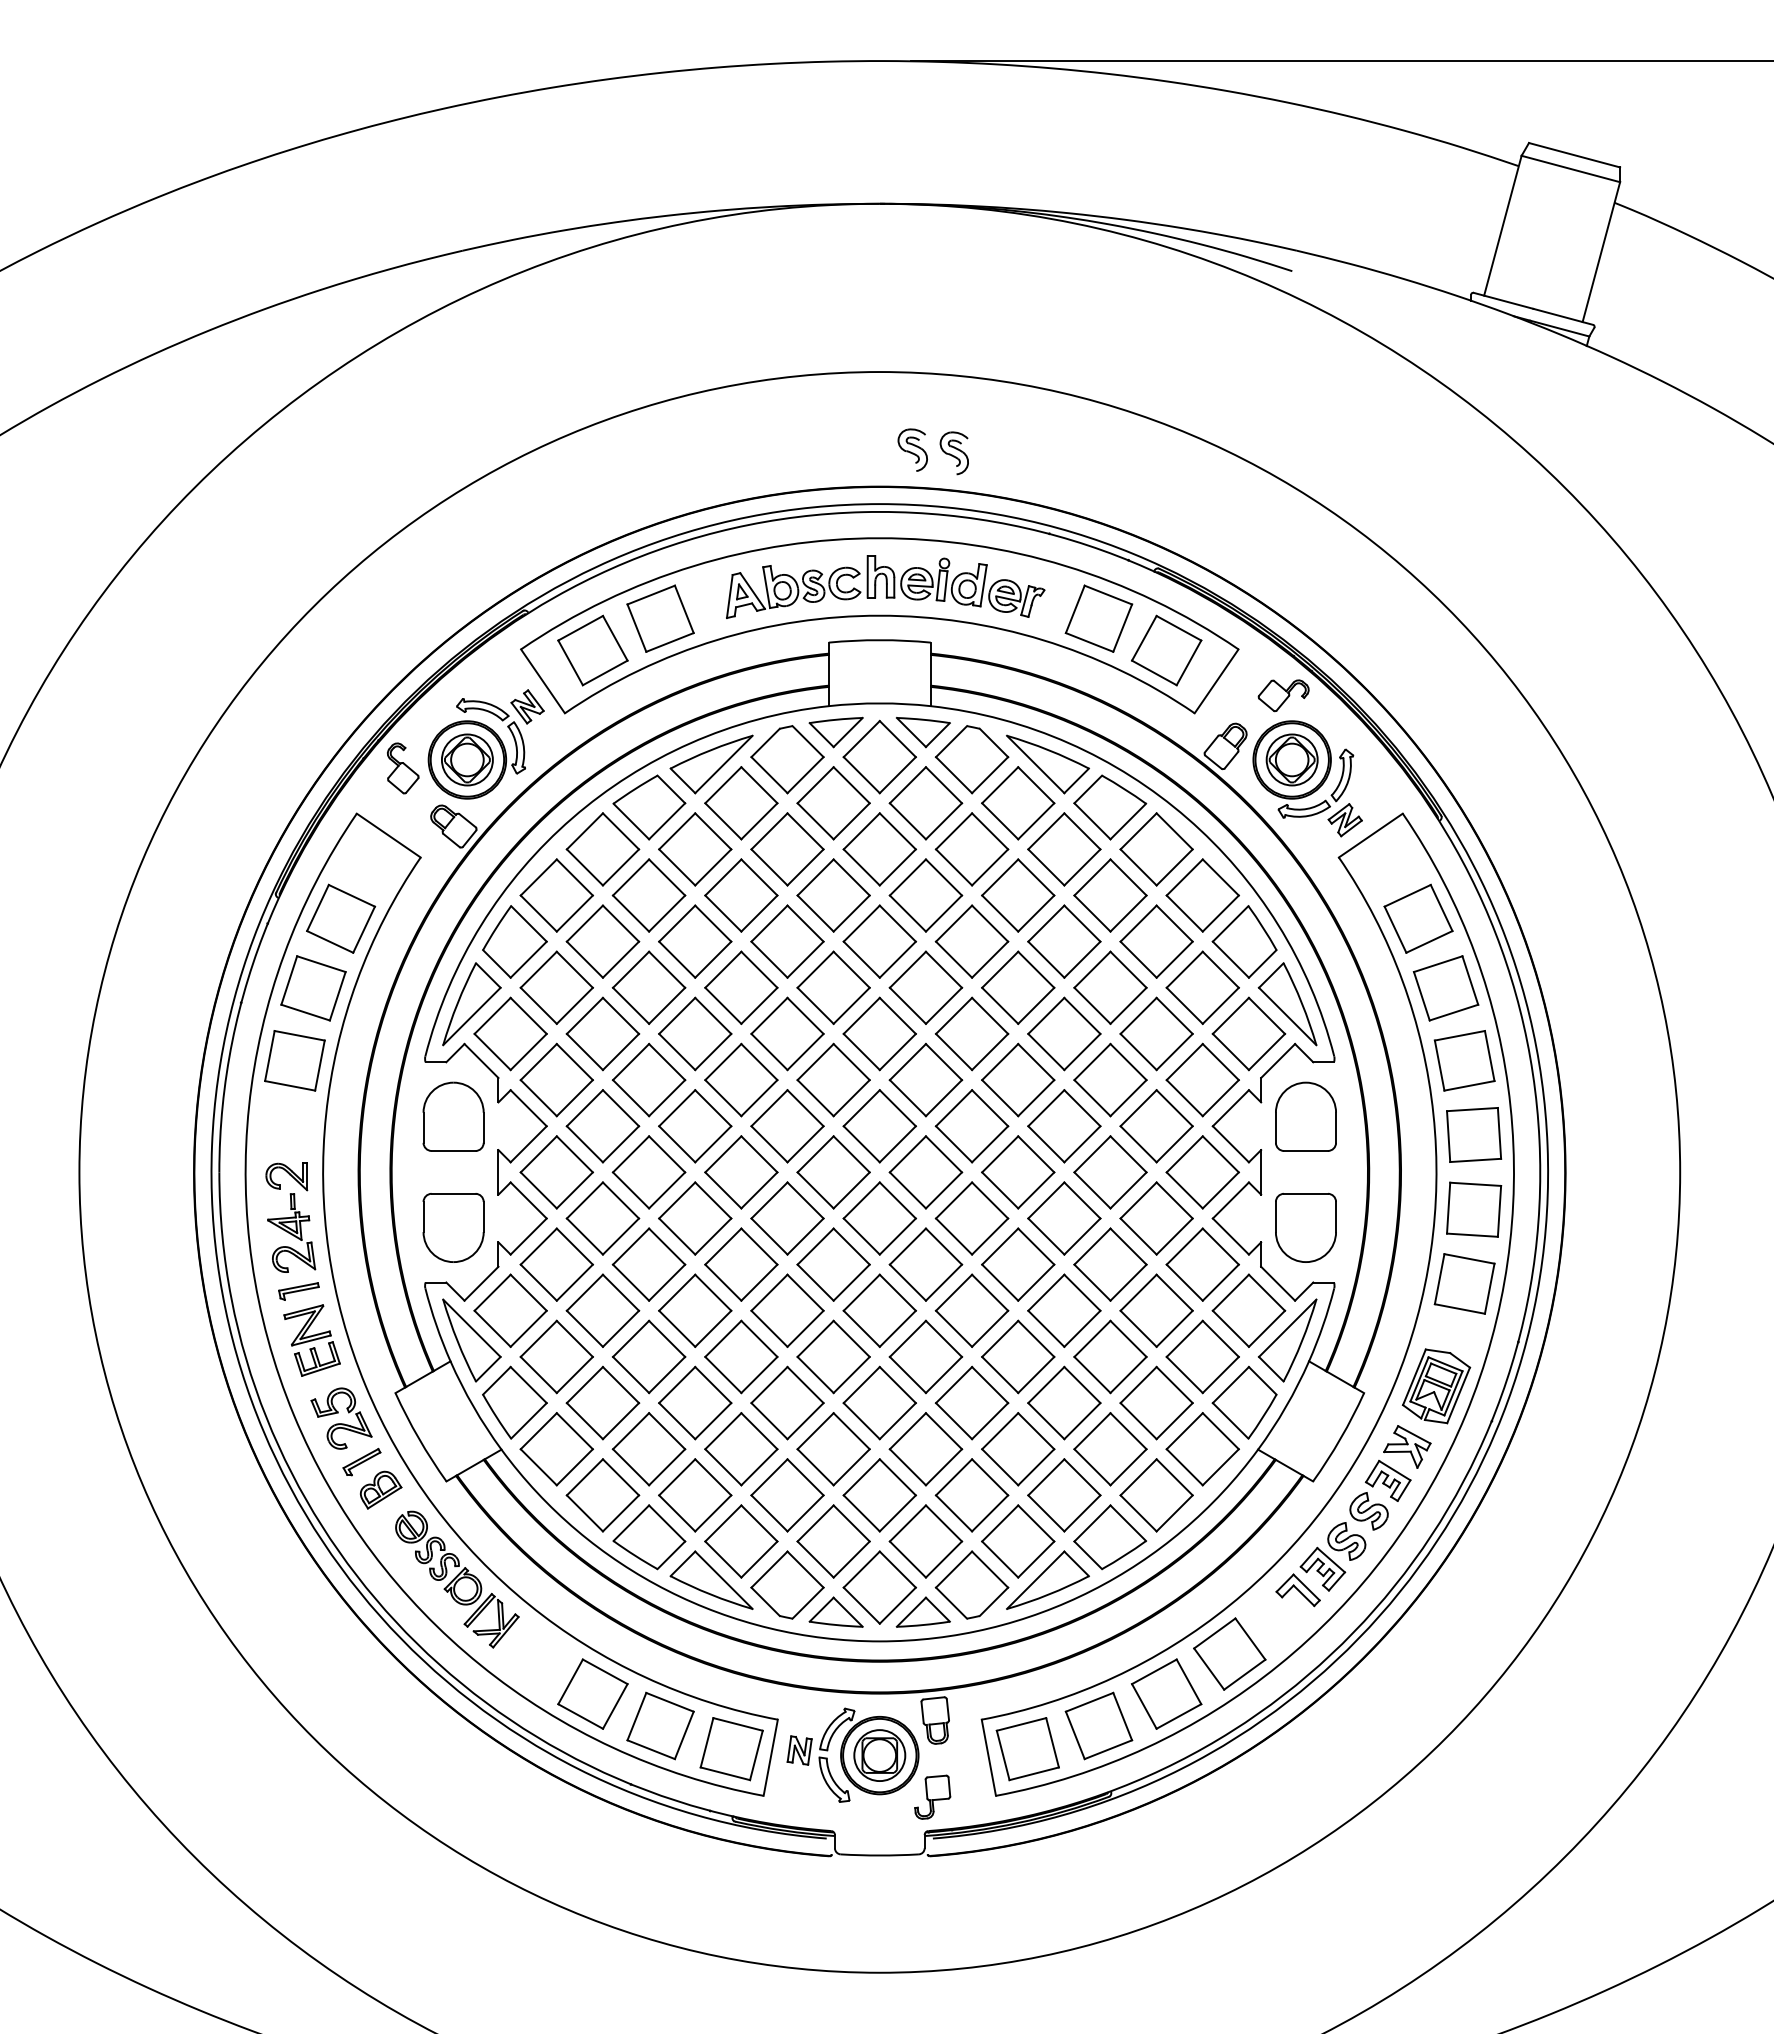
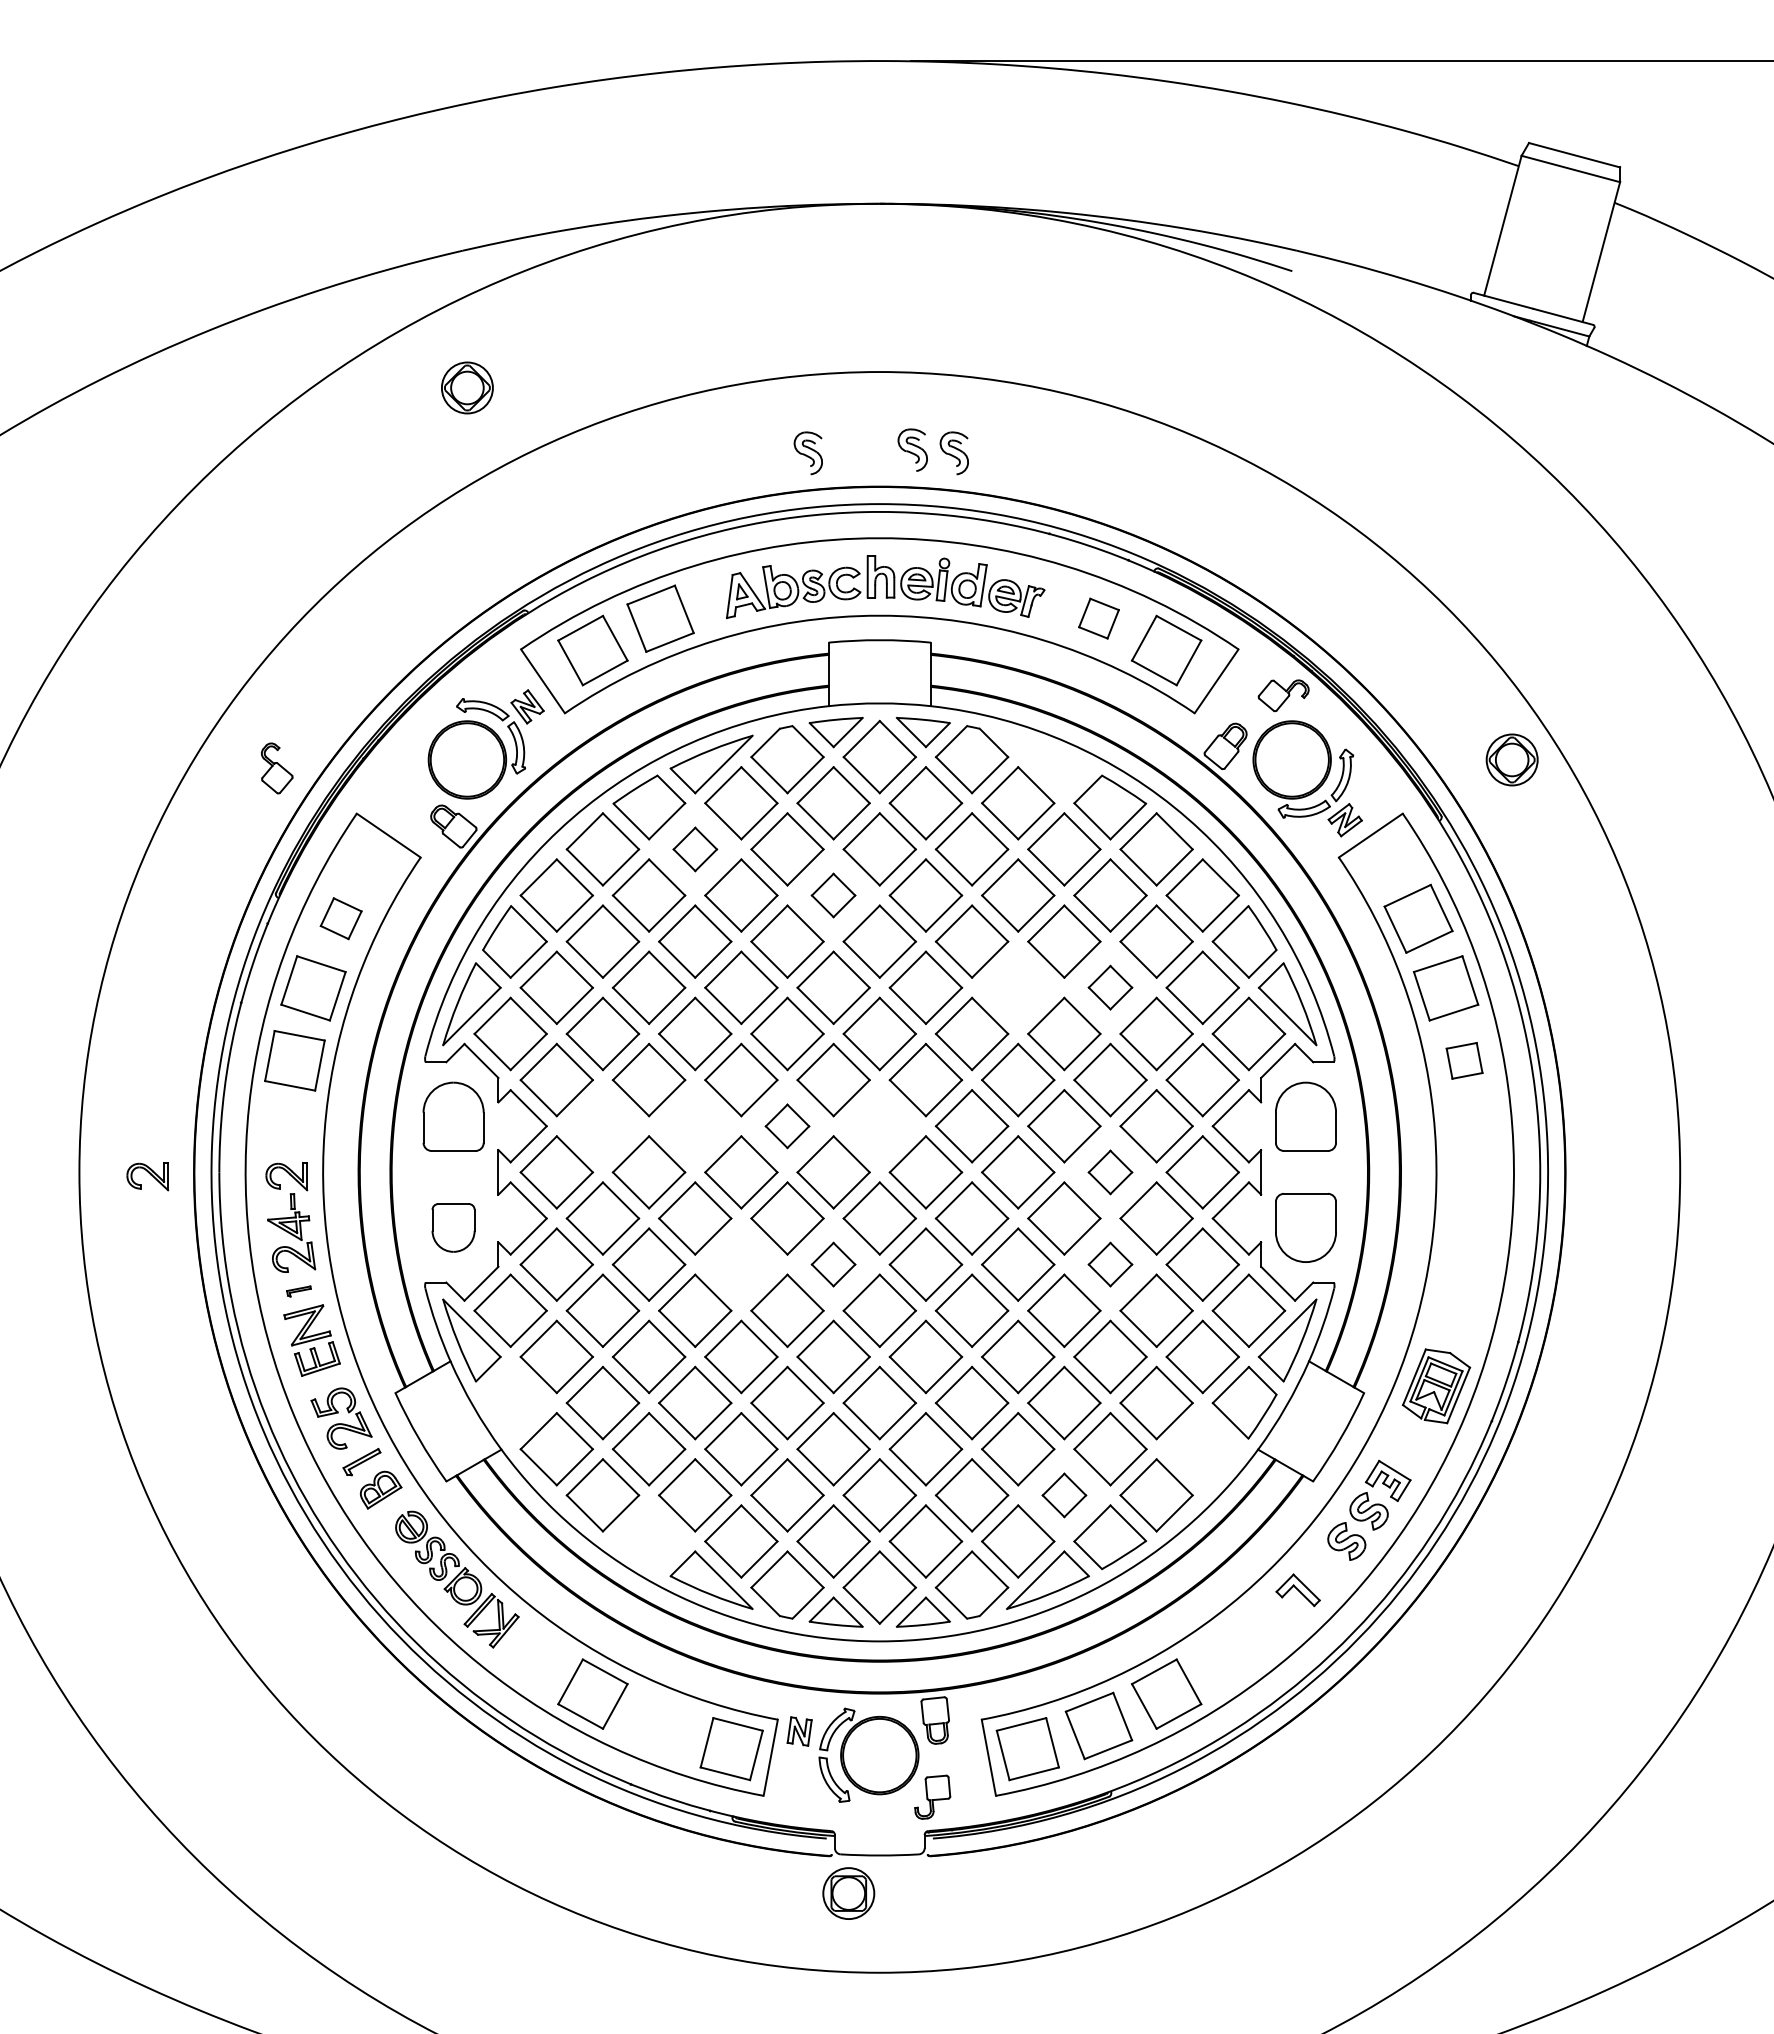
part at (807, 453): none -> present
part at (1098, 618) size: 70x69 px -> 42x43 px
part at (467, 759) position: (467, 759) -> (467, 387)
part at (1291, 759) position: (1291, 759) -> (1511, 759)
part at (1047, 764): present -> none
part at (403, 768) position: (403, 768) -> (277, 768)
part at (695, 849) size: 75x75 px -> 47x47 px
part at (833, 895) size: 75x75 px -> 47x47 px
part at (341, 918) size: 71x71 px -> 44x44 px
part at (1018, 987): present -> none
part at (1110, 987) size: 75x75 px -> 47x47 px
part at (1464, 1060) size: 63x62 px -> 39x38 px
part at (602, 1126): present -> none
part at (695, 1126): present -> none
part at (787, 1126) size: 75x75 px -> 47x47 px
part at (879, 1126): present -> none
part at (1474, 1134): present -> none
part at (1110, 1172) size: 75x75 px -> 47x47 px
part at (147, 1176): none -> present
part at (1474, 1209): present -> none
part at (453, 1227) size: 63x70 px -> 45x50 px
part at (741, 1264): present -> none
part at (833, 1264) size: 75x75 px -> 47x47 px
part at (1110, 1264) size: 75x75 px -> 47x47 px
part at (1464, 1283): present -> none
part at (298, 1291) size: 42x19 px -> 26x13 px
part at (514, 1402): present -> none
part at (1407, 1446): present -> none
part at (1202, 1449): present -> none
part at (1064, 1495) size: 75x75 px -> 47x47 px
part at (649, 1537): present -> none
part at (1322, 1568): present -> none
part at (1229, 1653): present -> none
part at (660, 1725): present -> none
part at (799, 1750) position: (799, 1750) -> (799, 1731)
part at (879, 1755) position: (879, 1755) -> (848, 1893)
